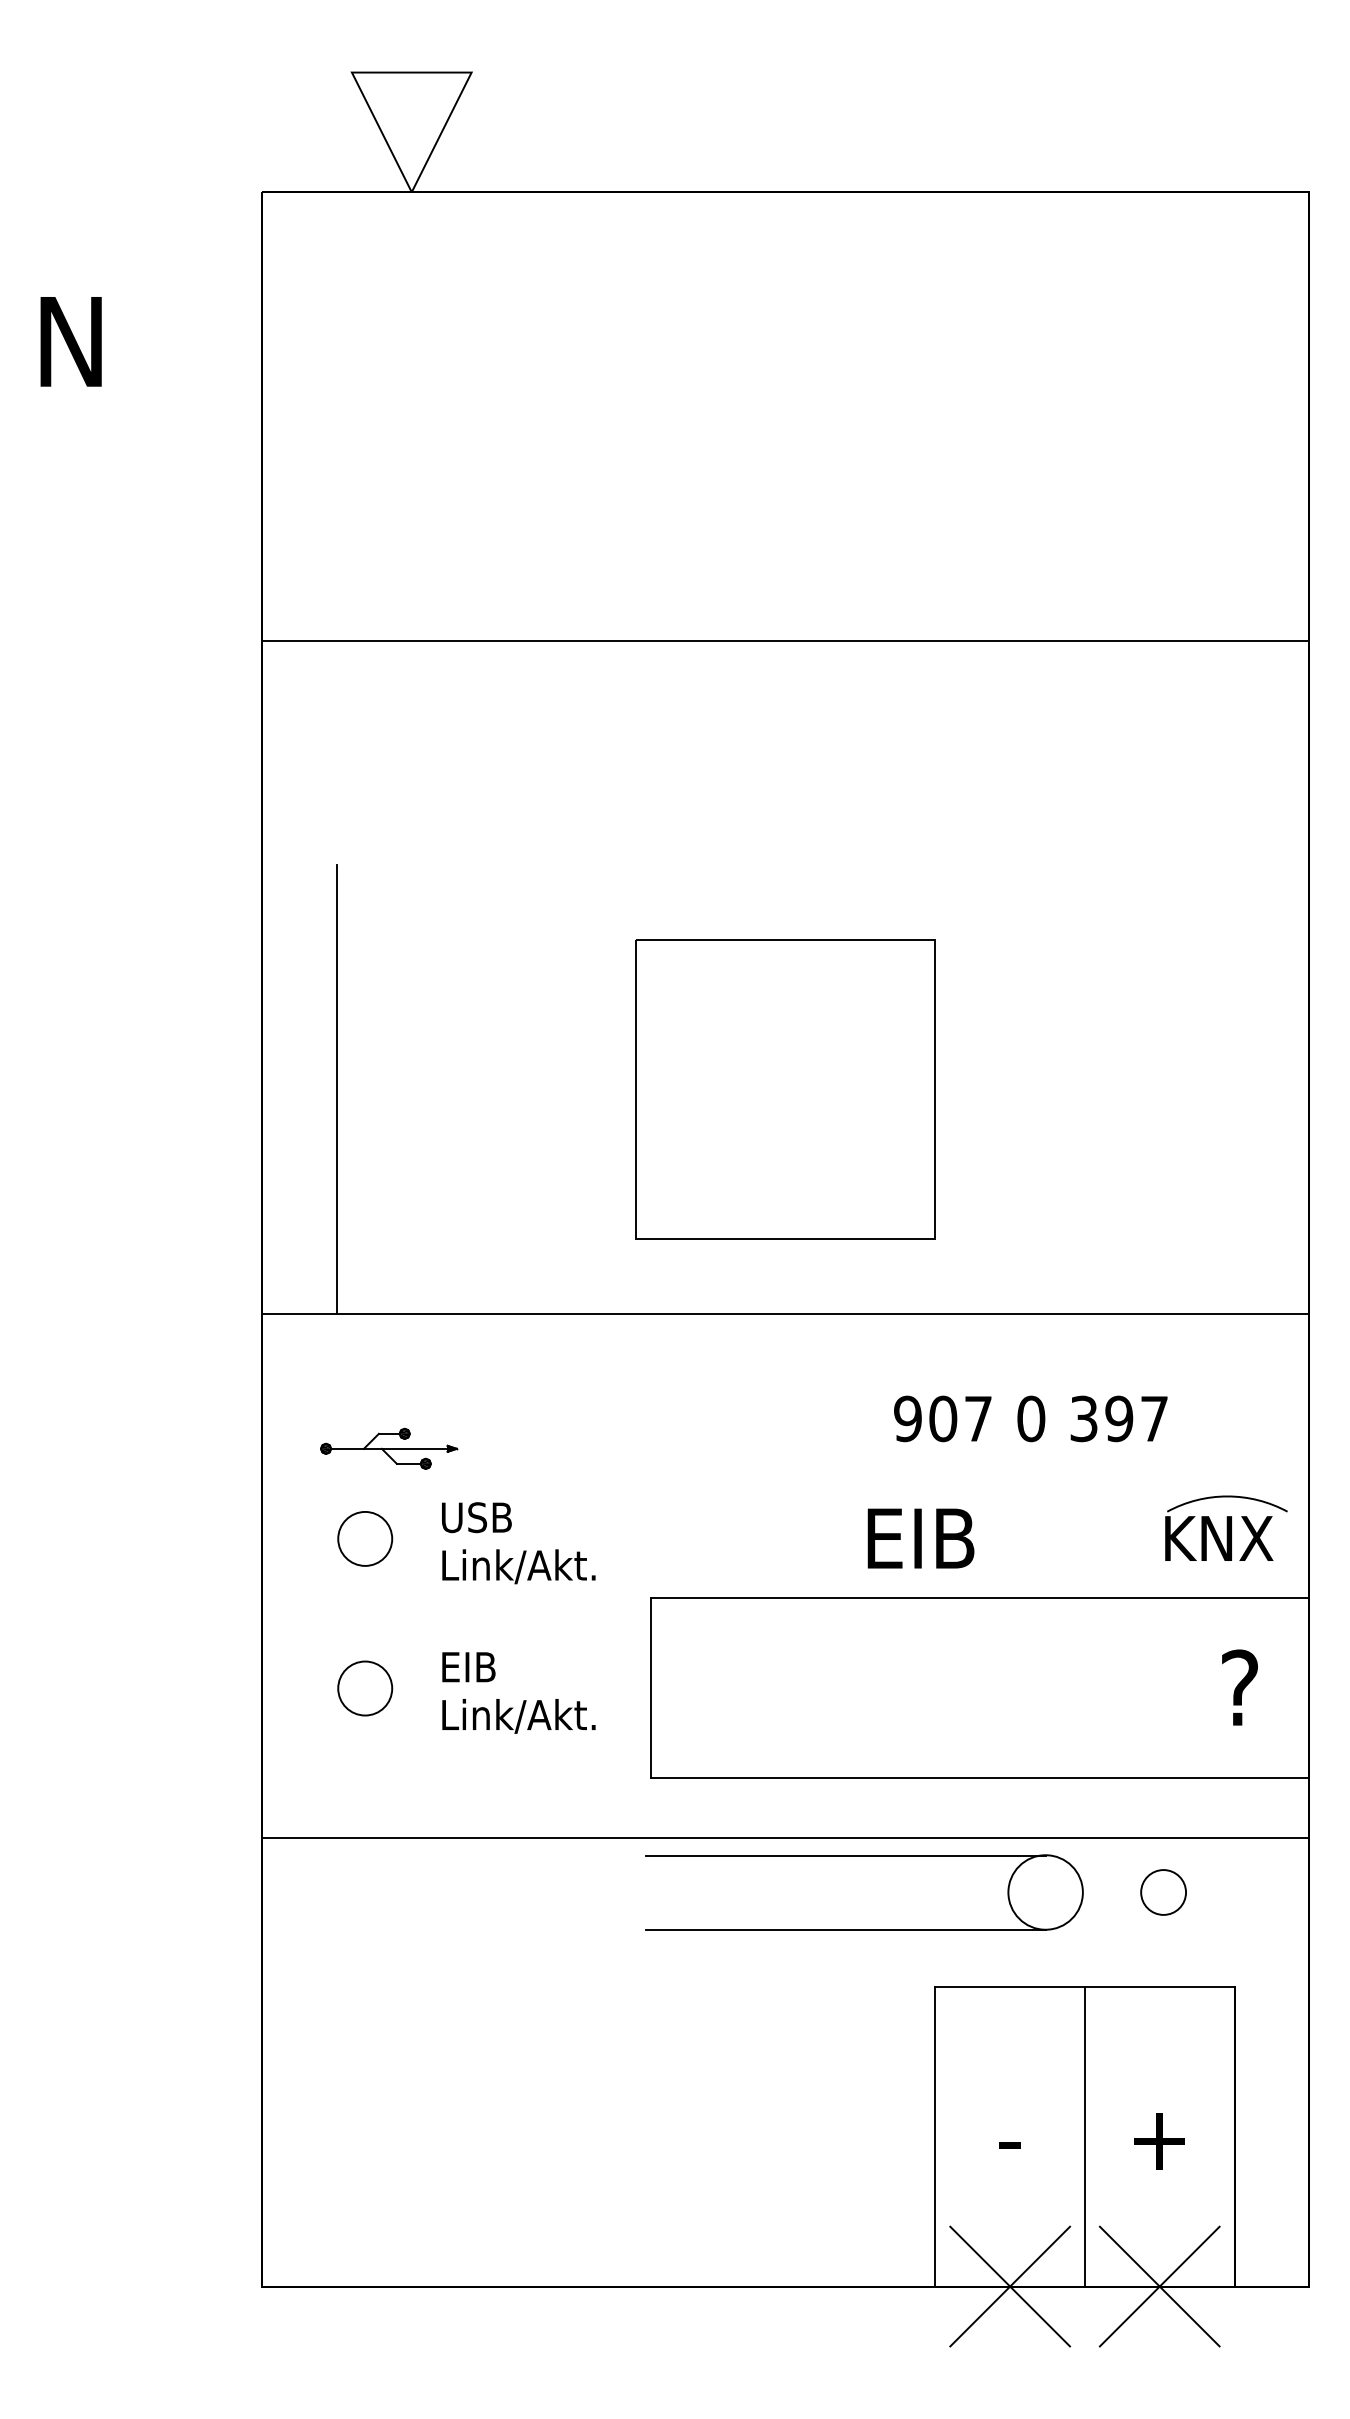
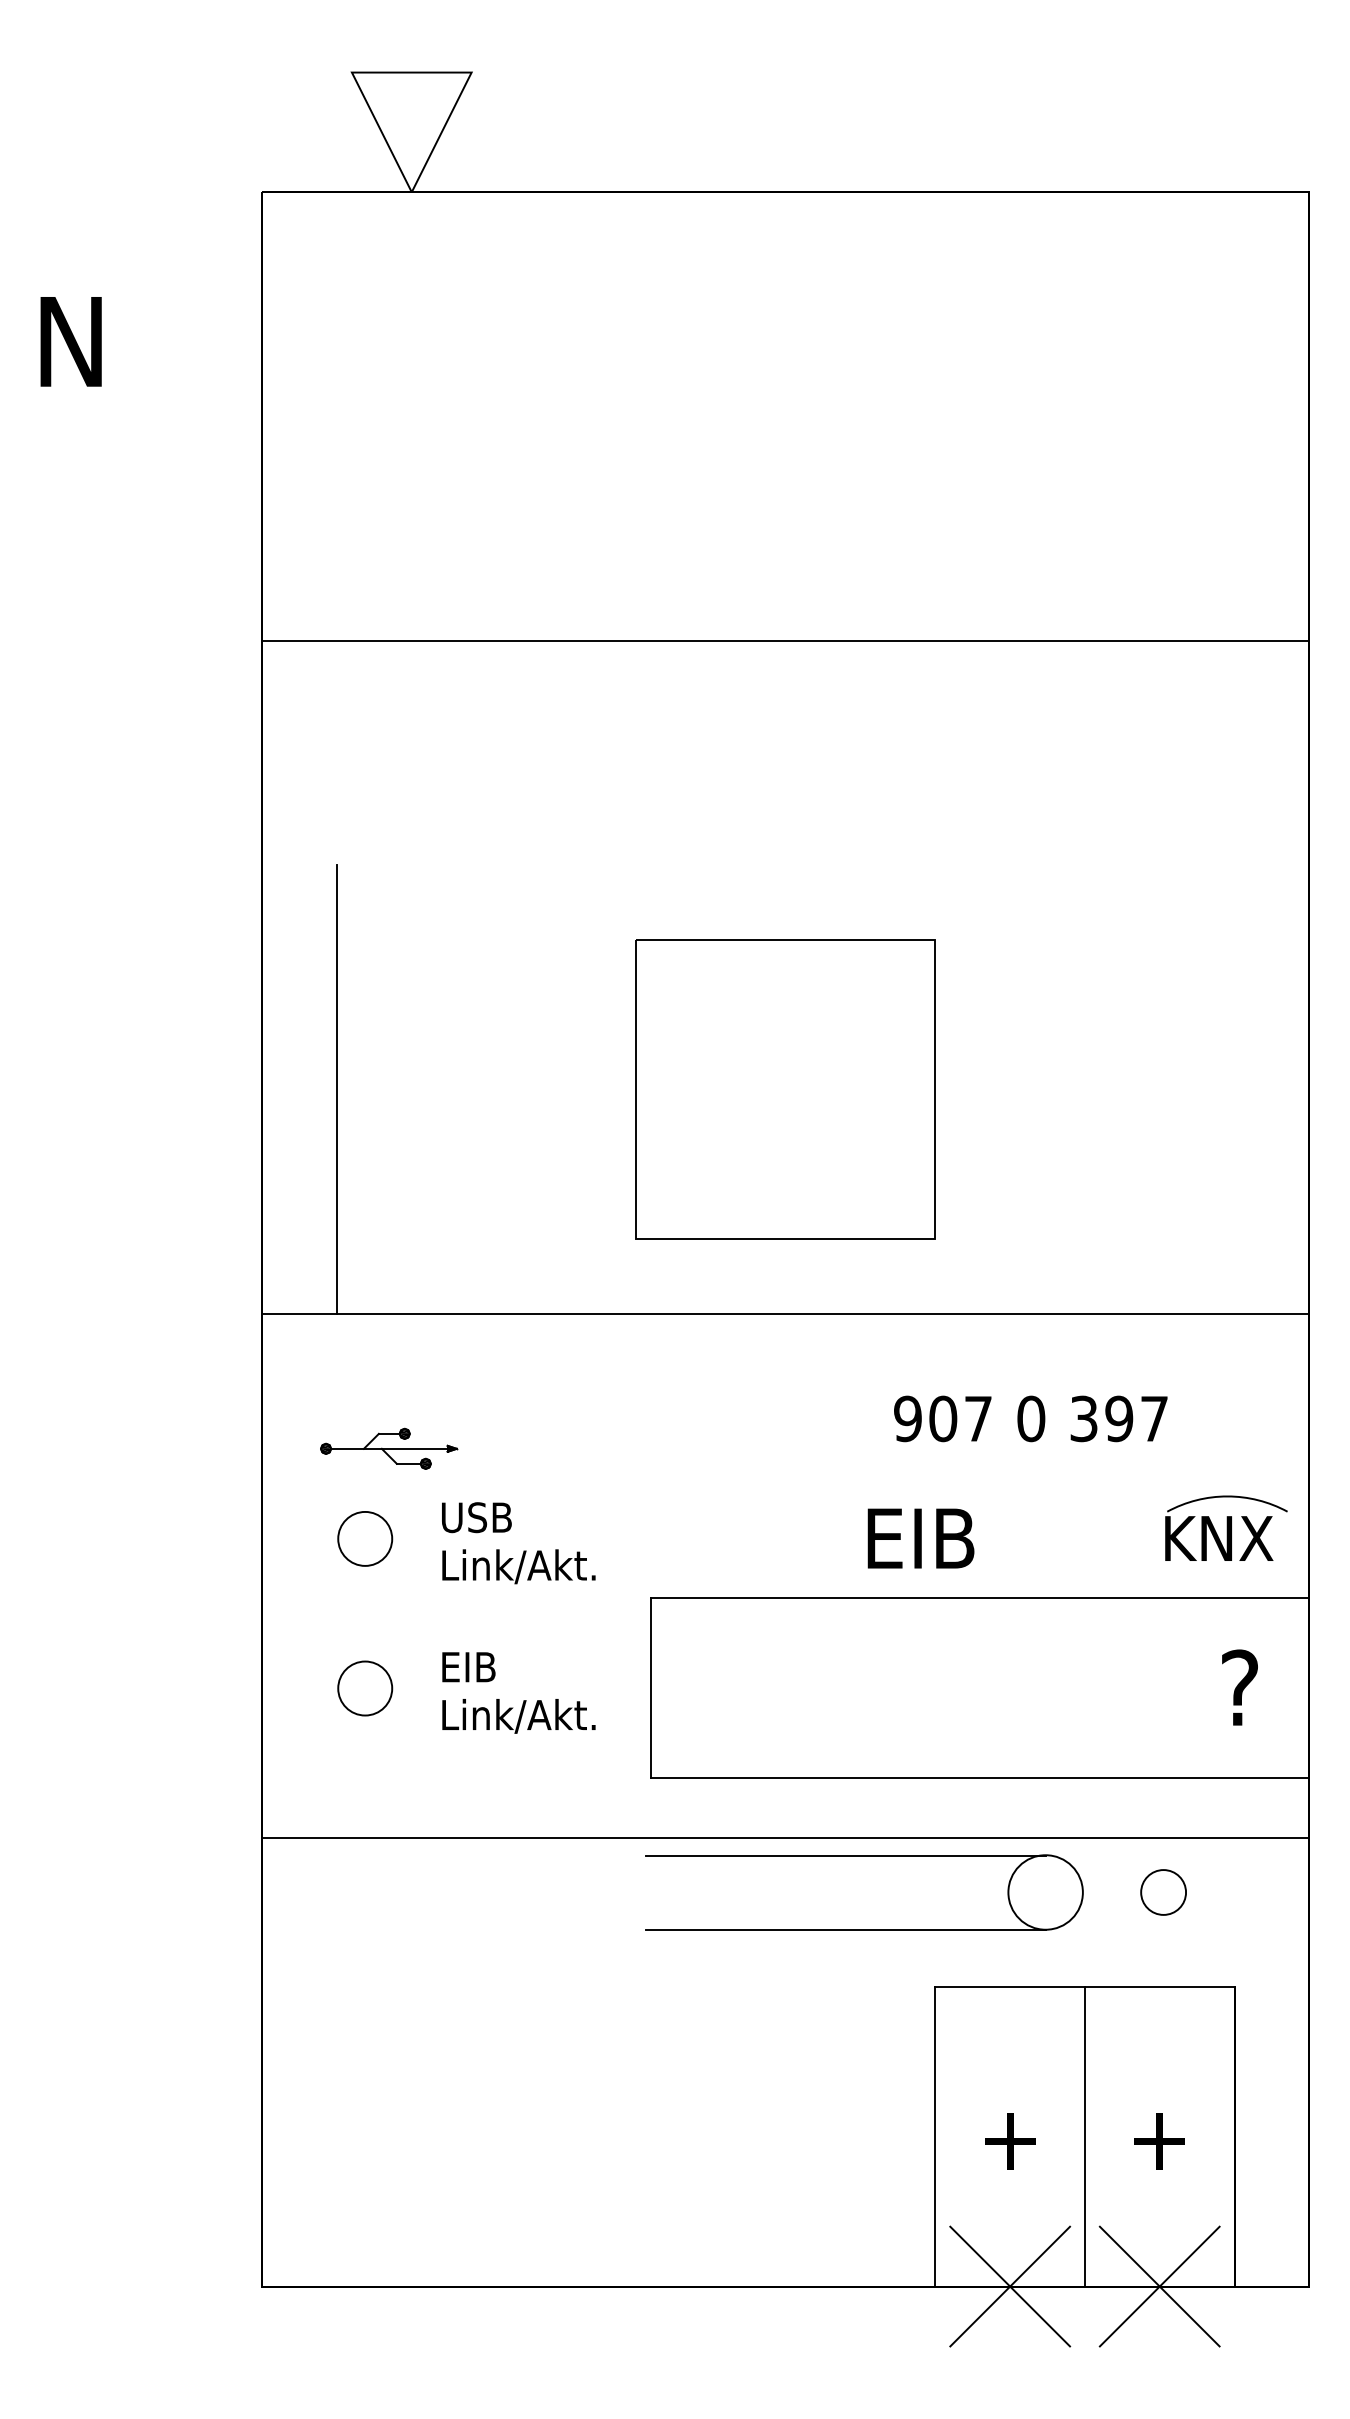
text at (1010, 2141): - -> +
